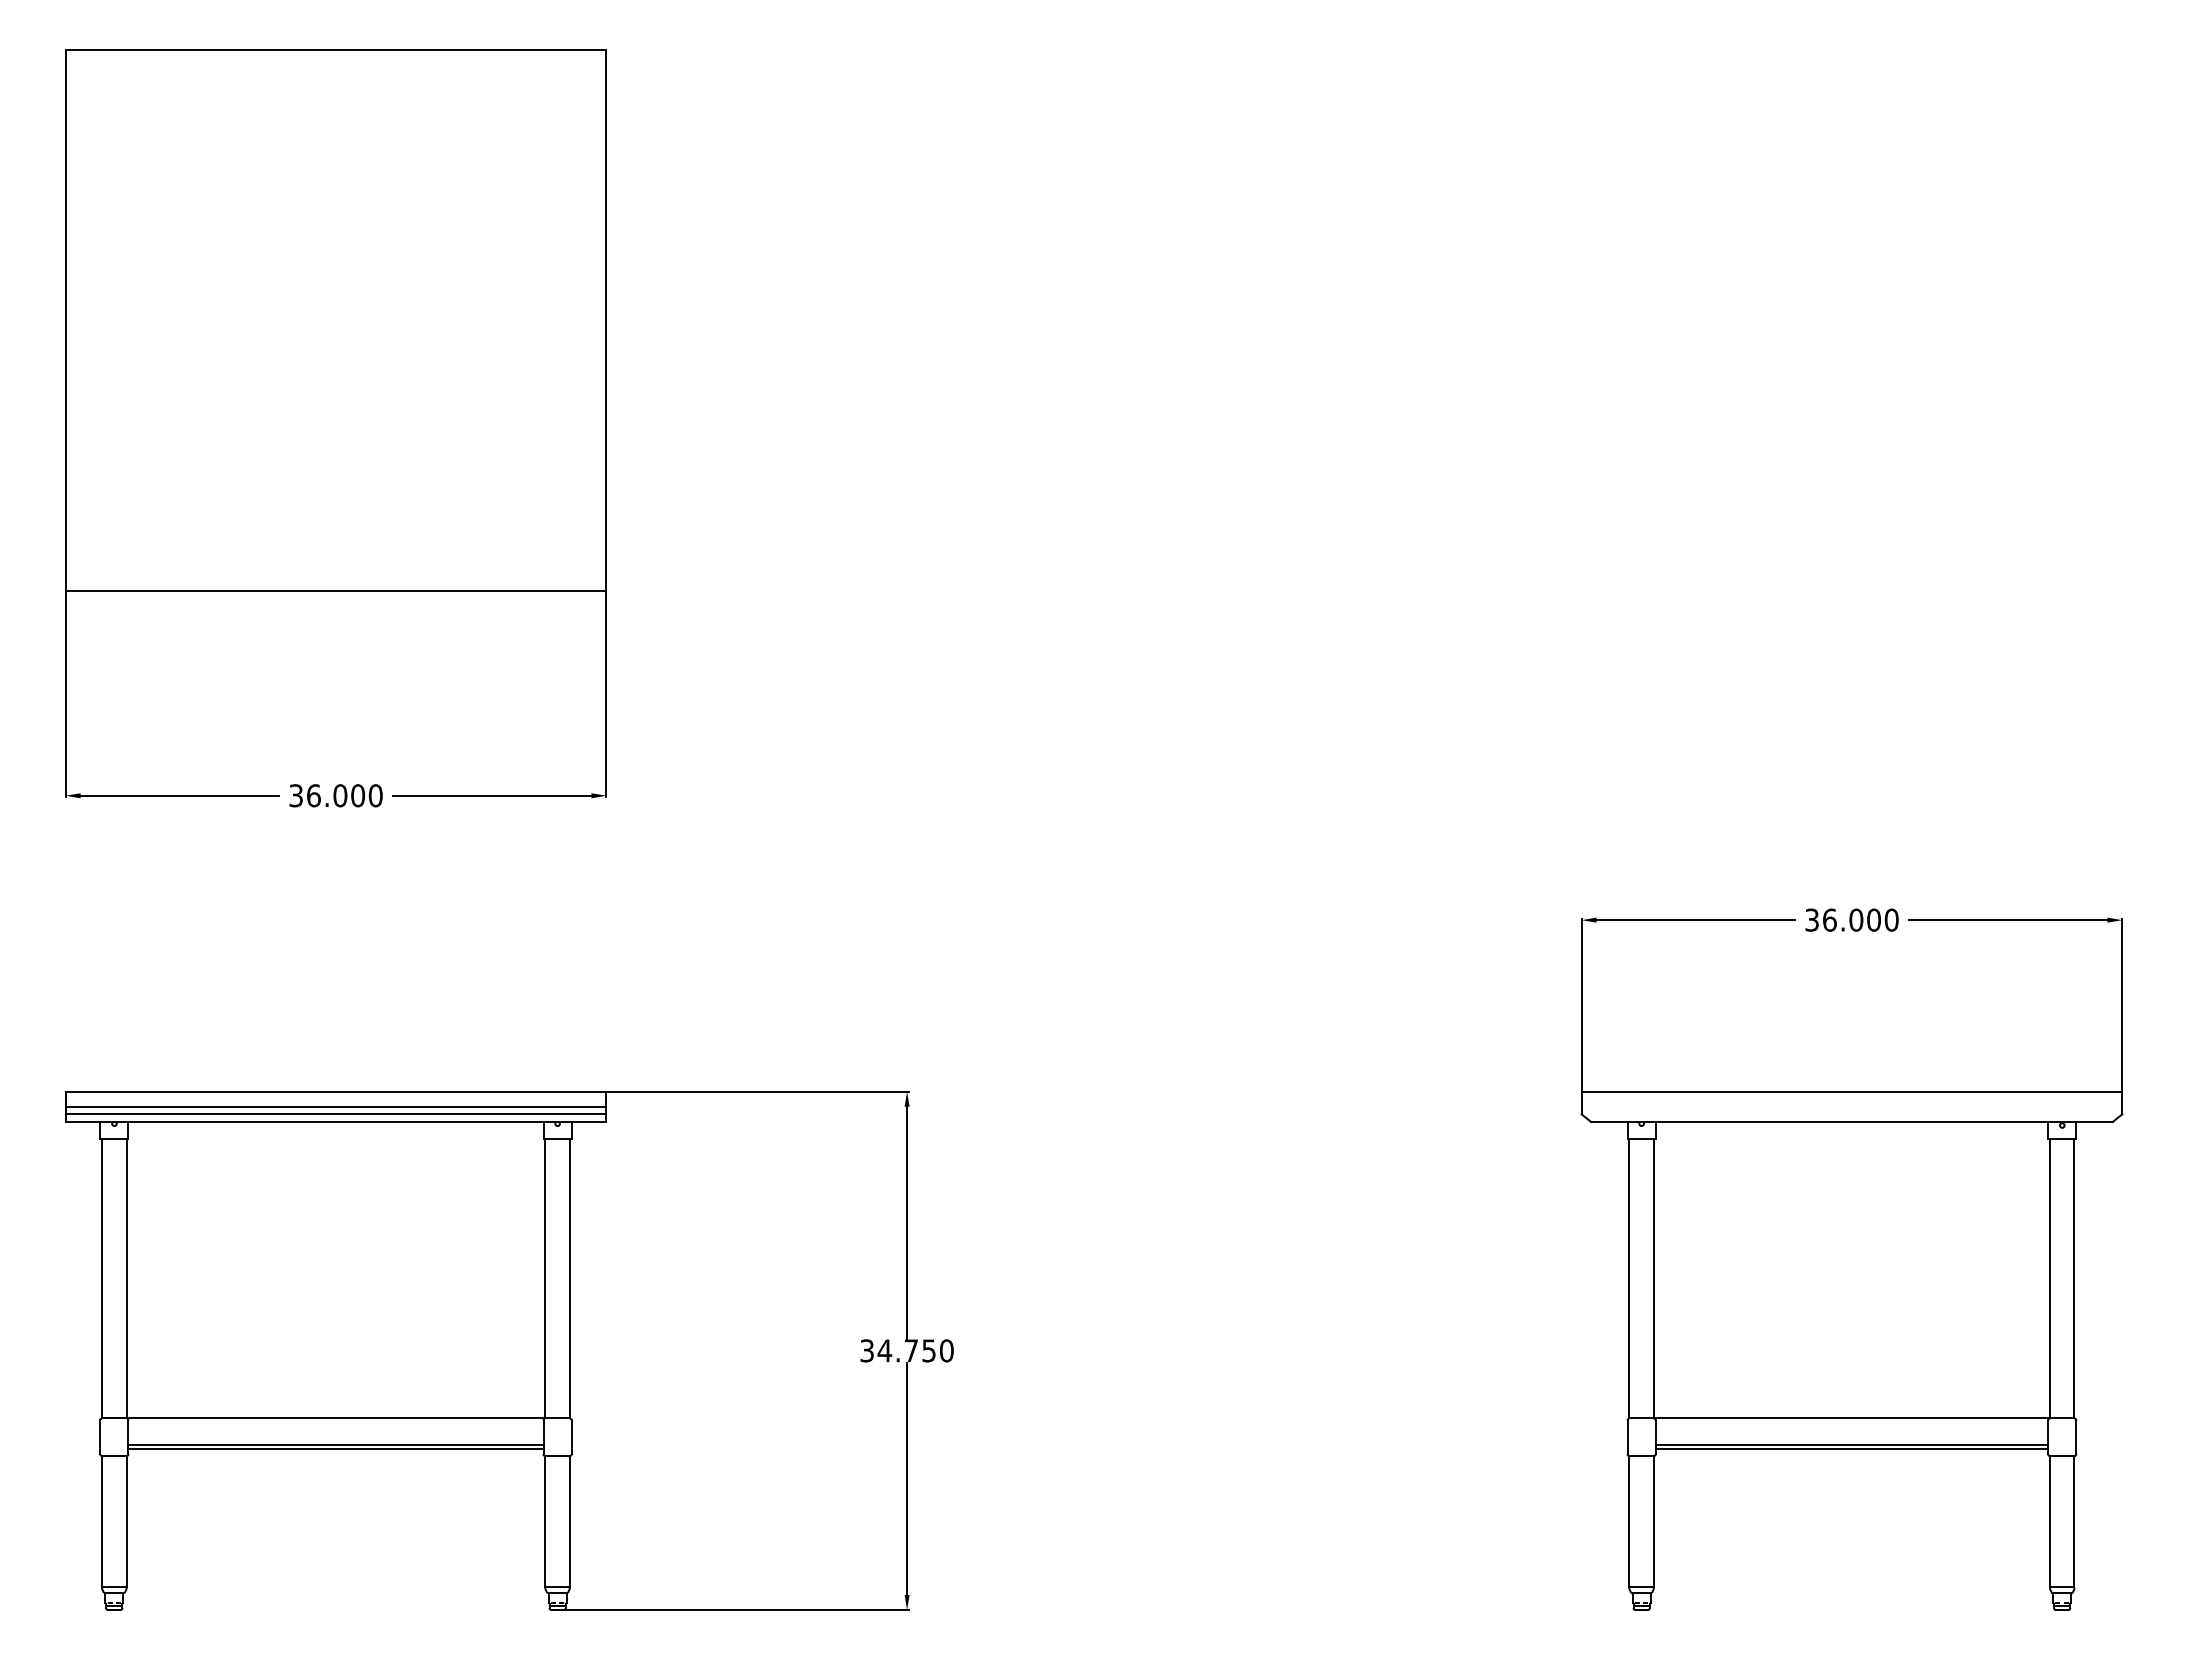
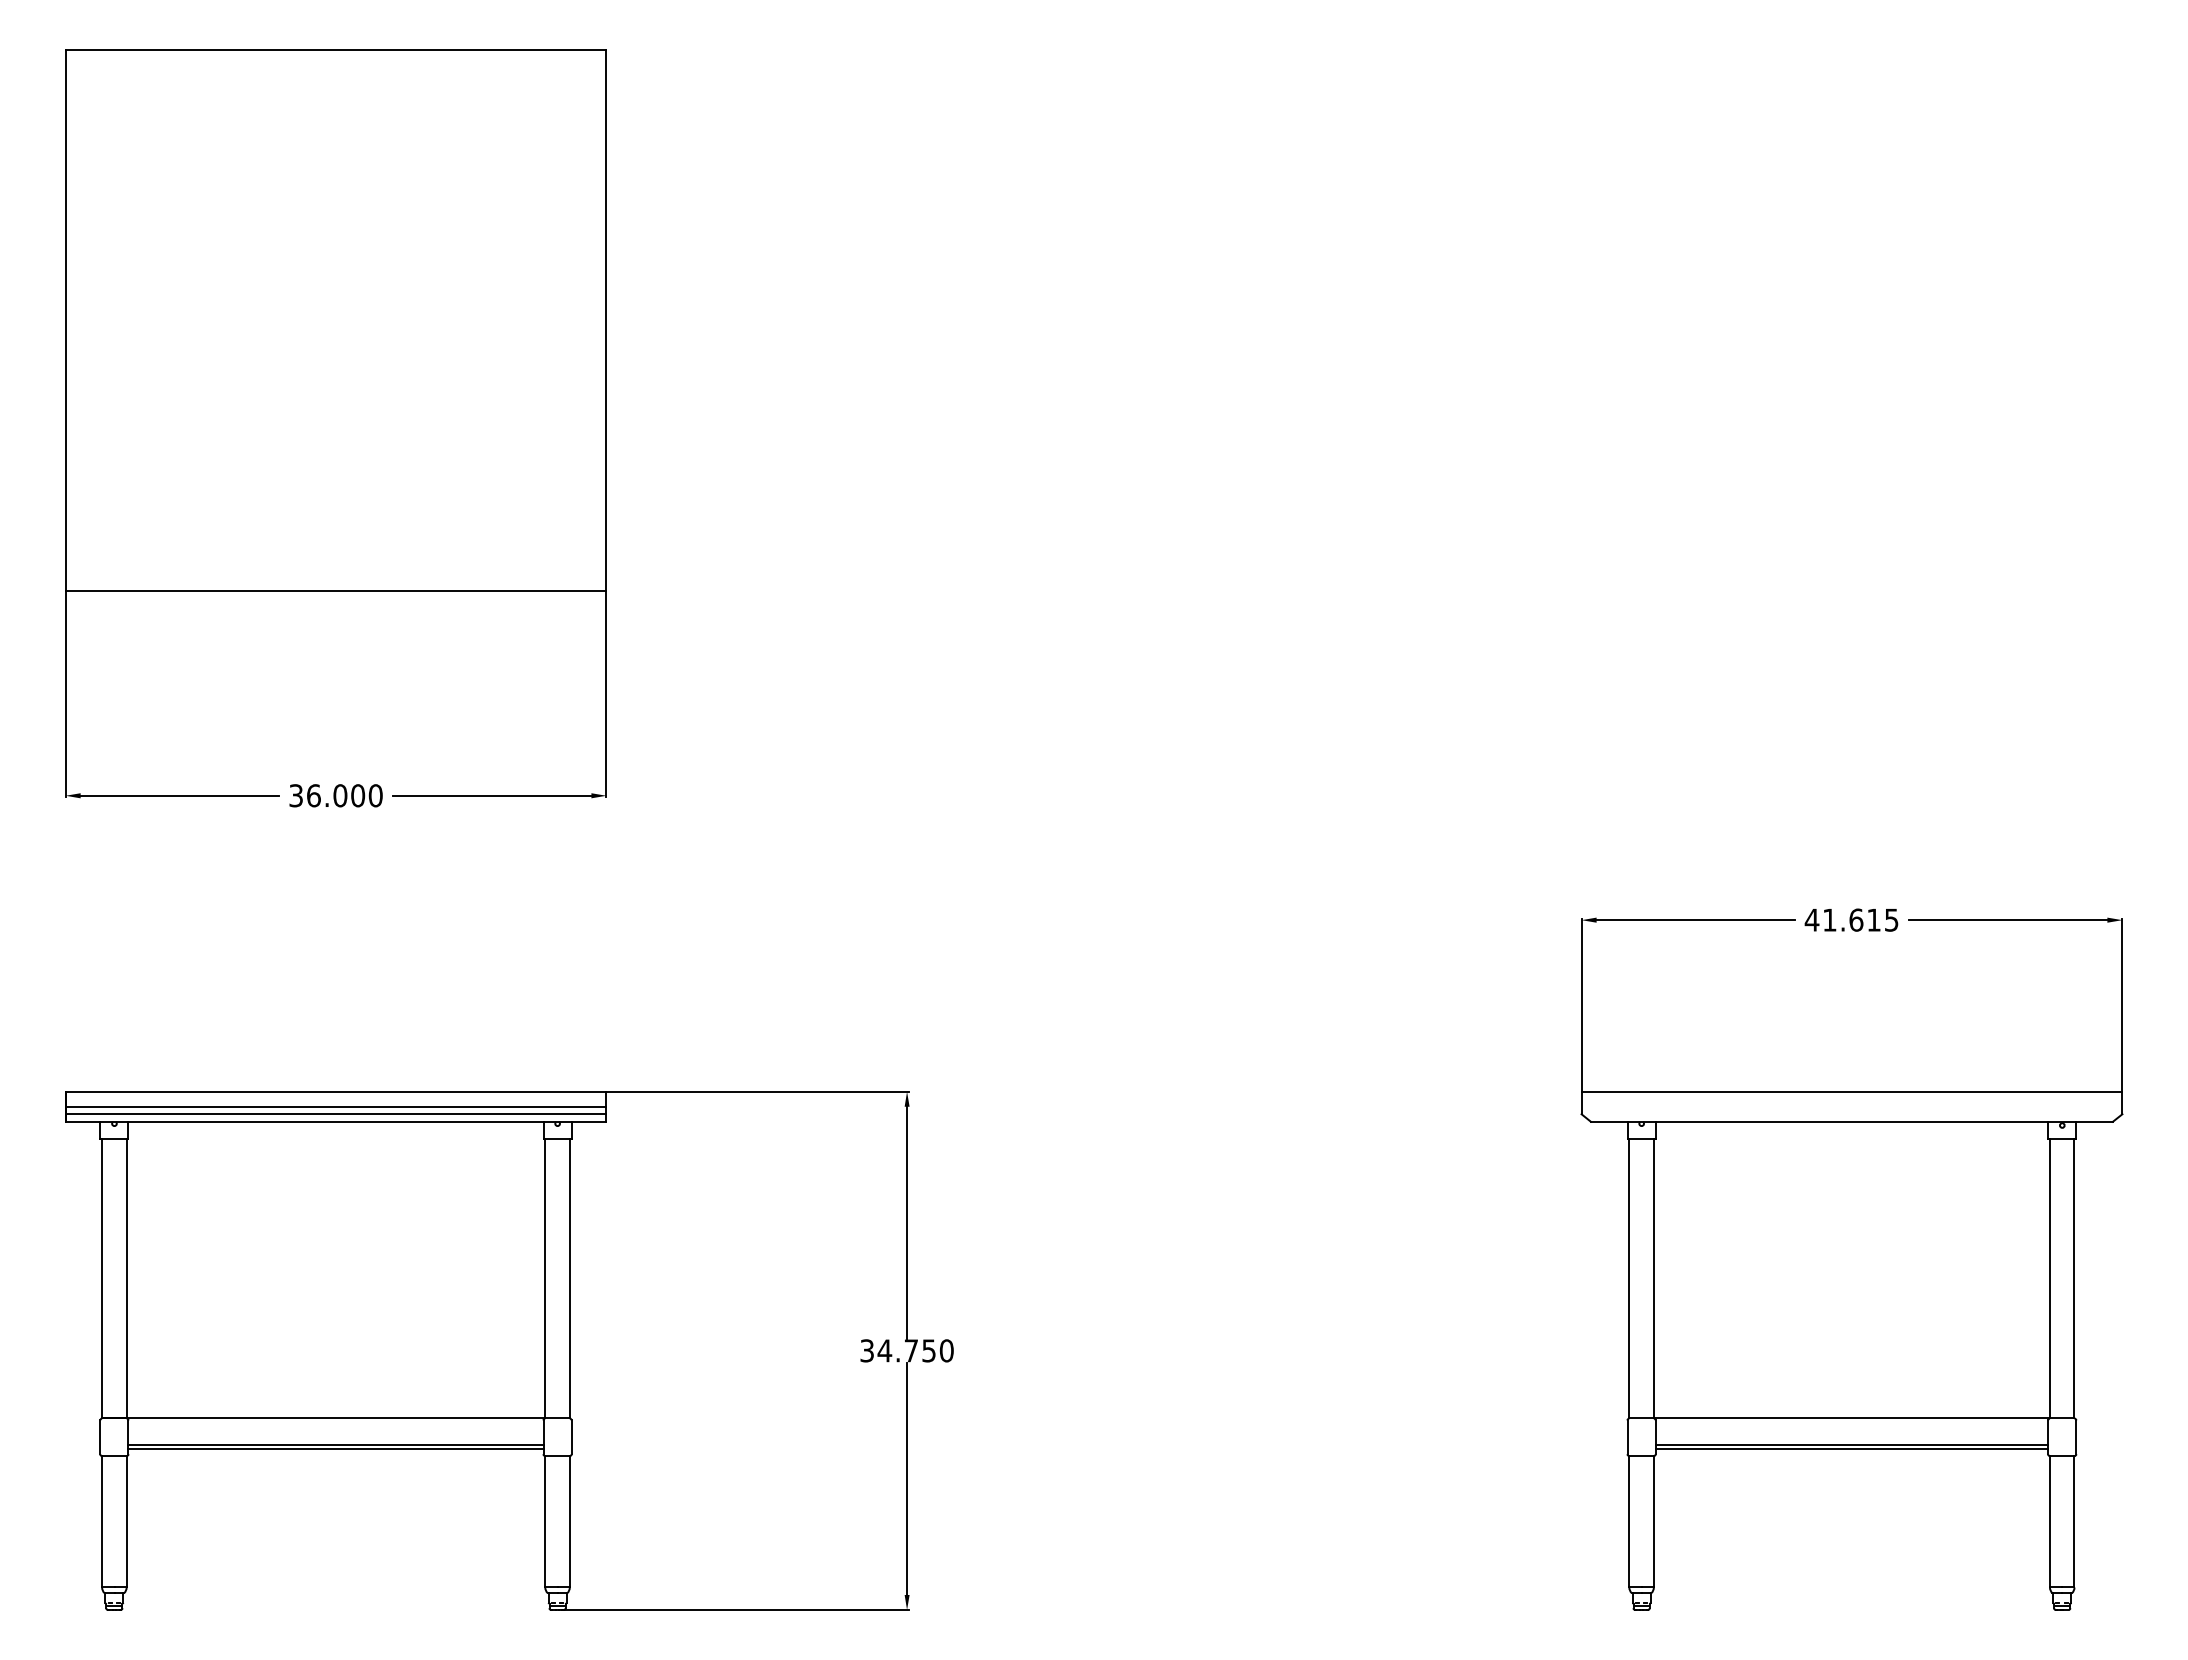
text at (1851, 919): 36.000 -> 41.615
